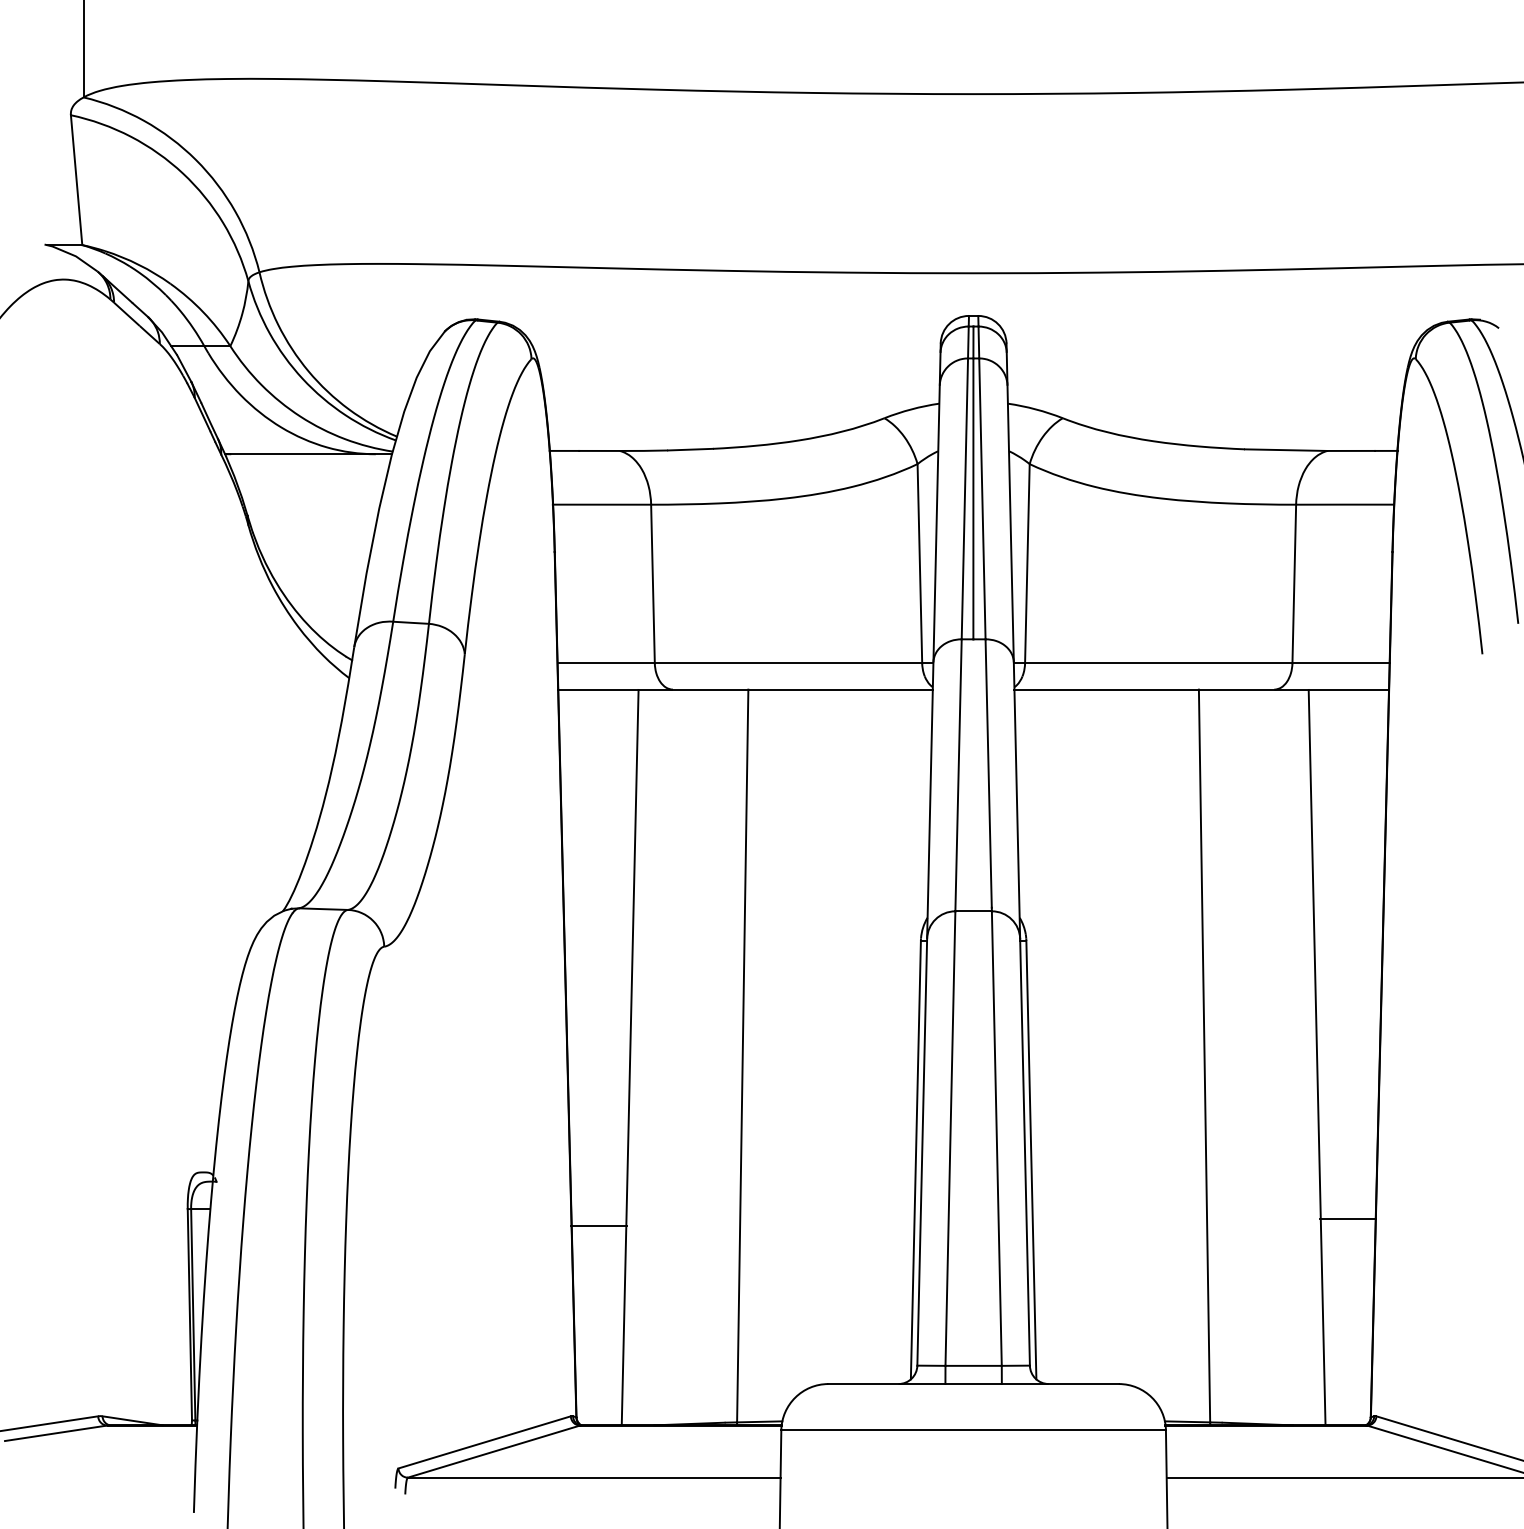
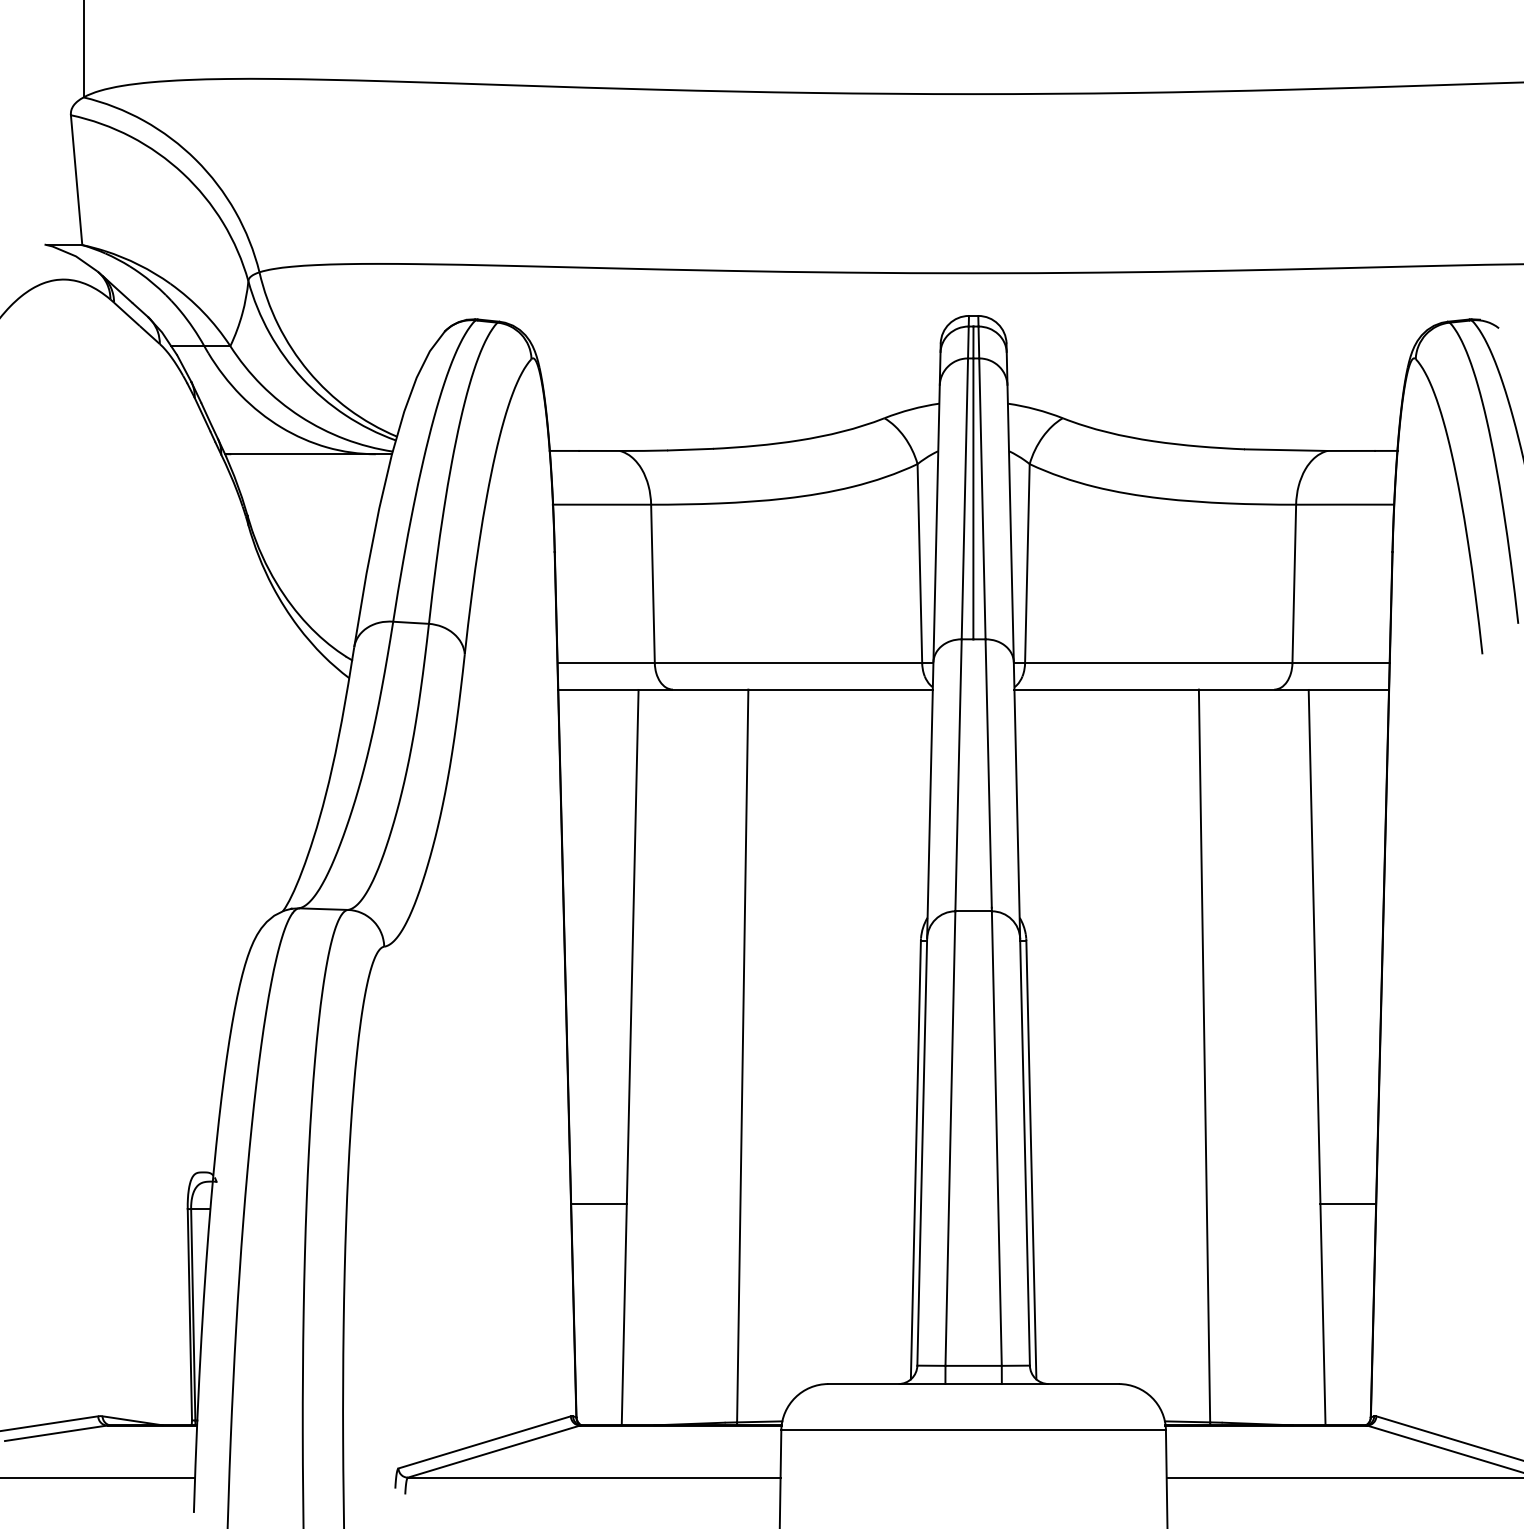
line at (1348, 1219) position: (1348, 1219) -> (1348, 1204)
line at (598, 1226) position: (598, 1226) -> (598, 1204)
line at (98, 1477): none -> present
